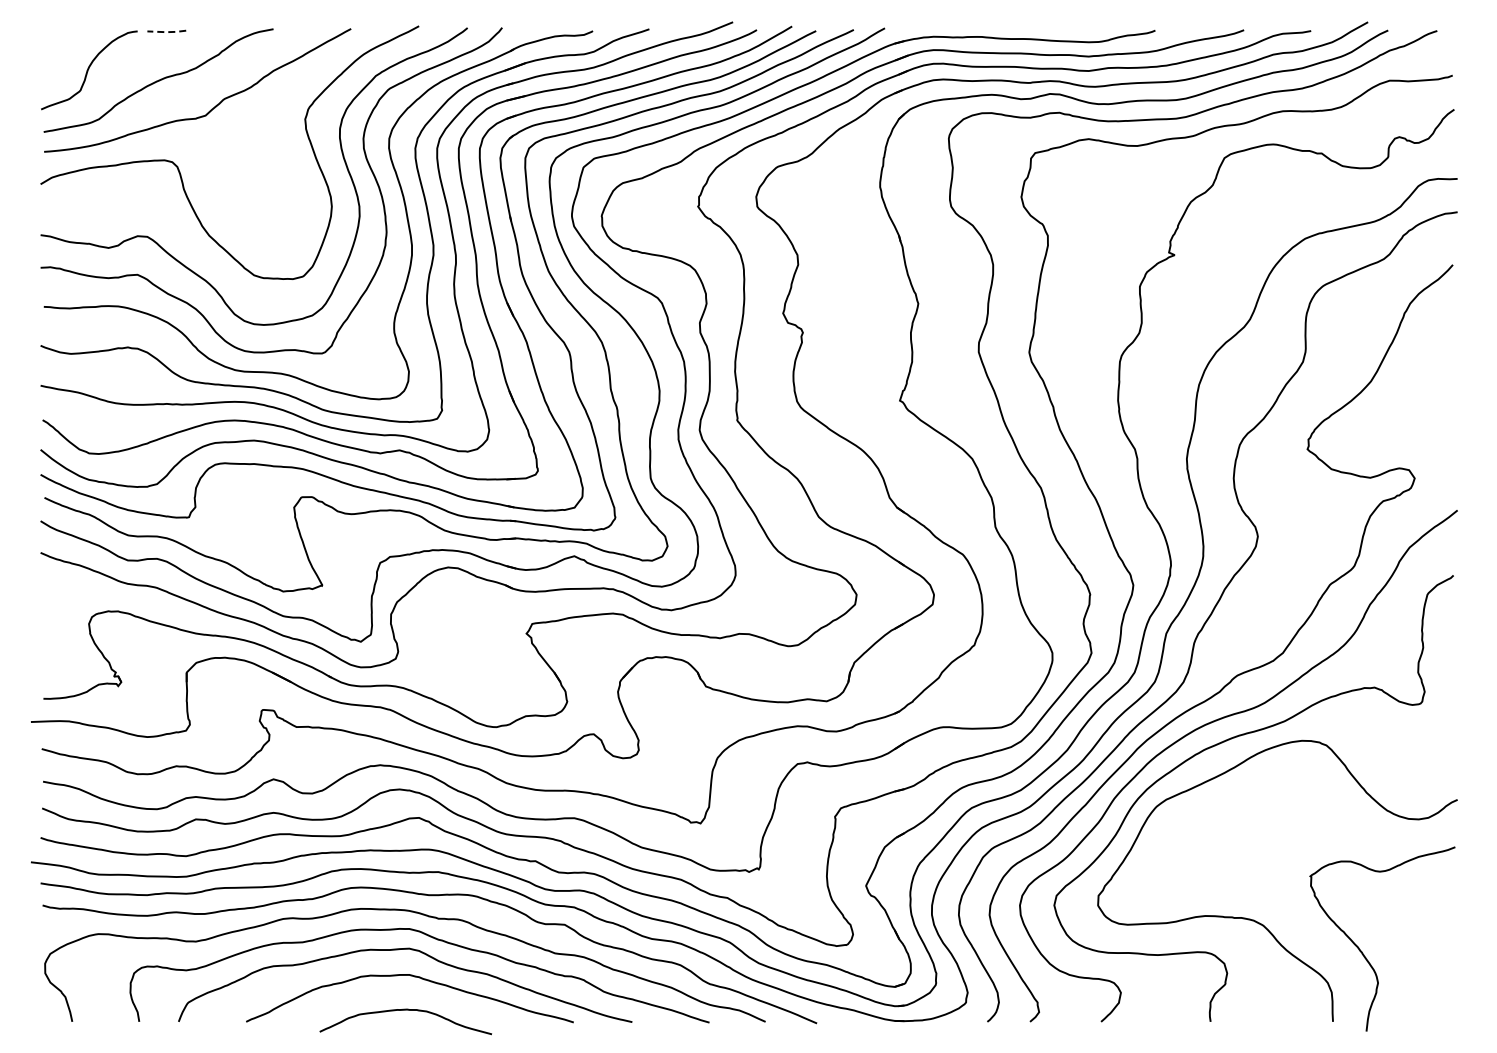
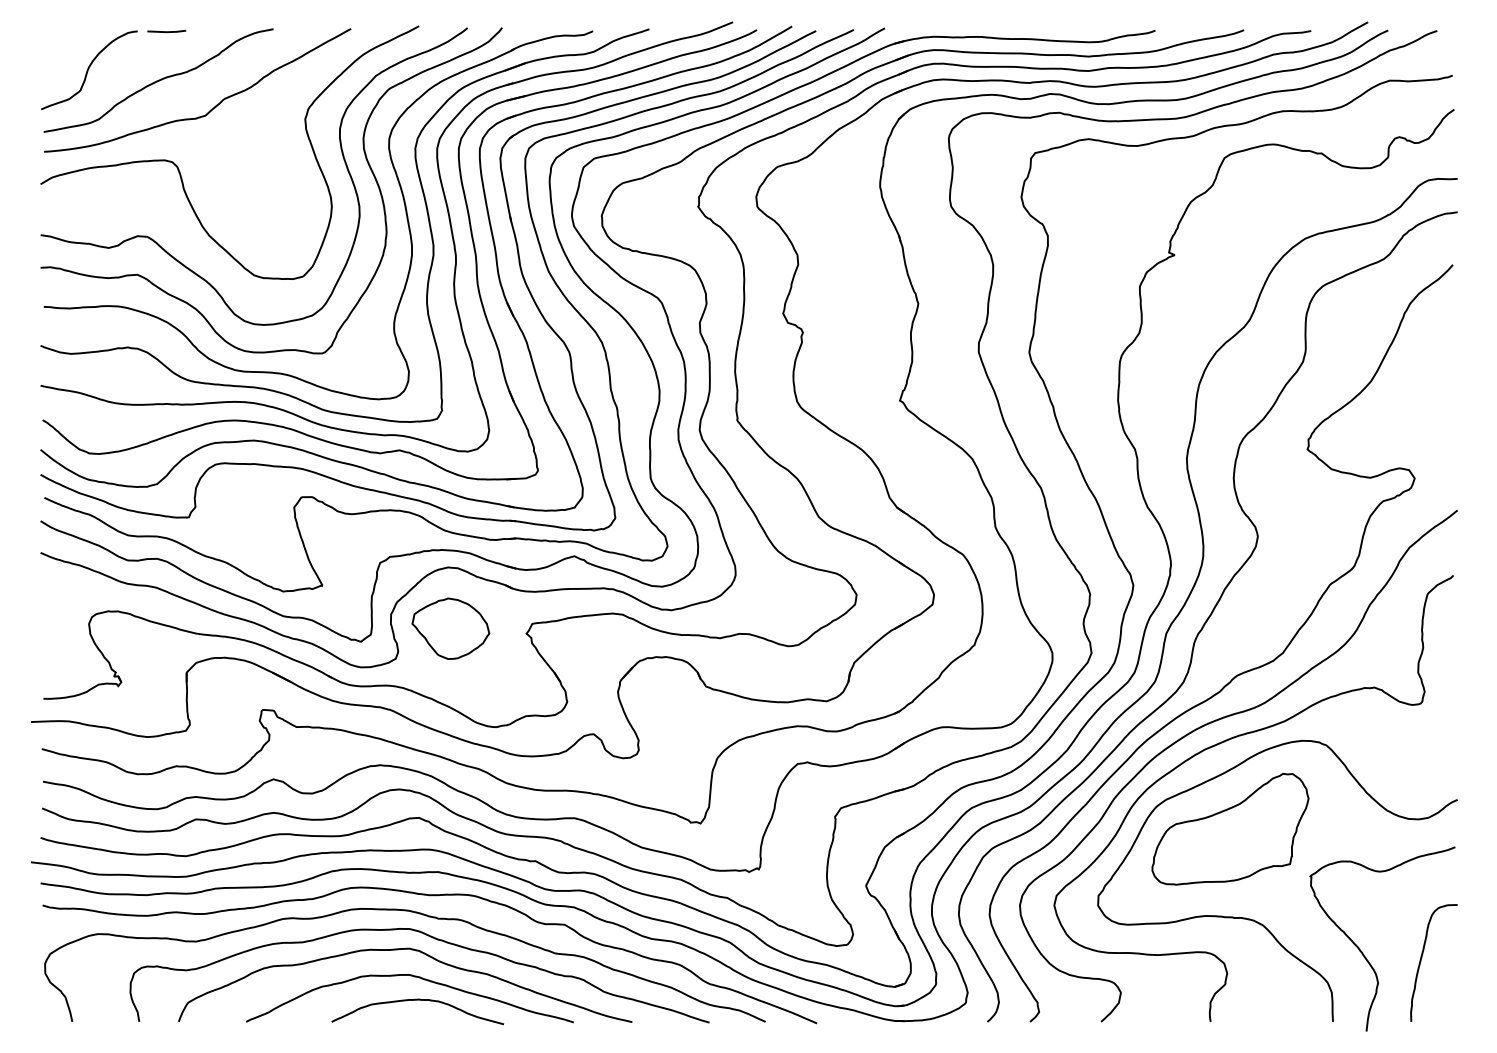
line at (166, 32): dashed -> solid
part at (450, 628): none -> present
part at (1230, 829): none -> present
curve at (1422, 958): none -> present
curve at (405, 1010) position: (405, 1010) -> (417, 1000)
